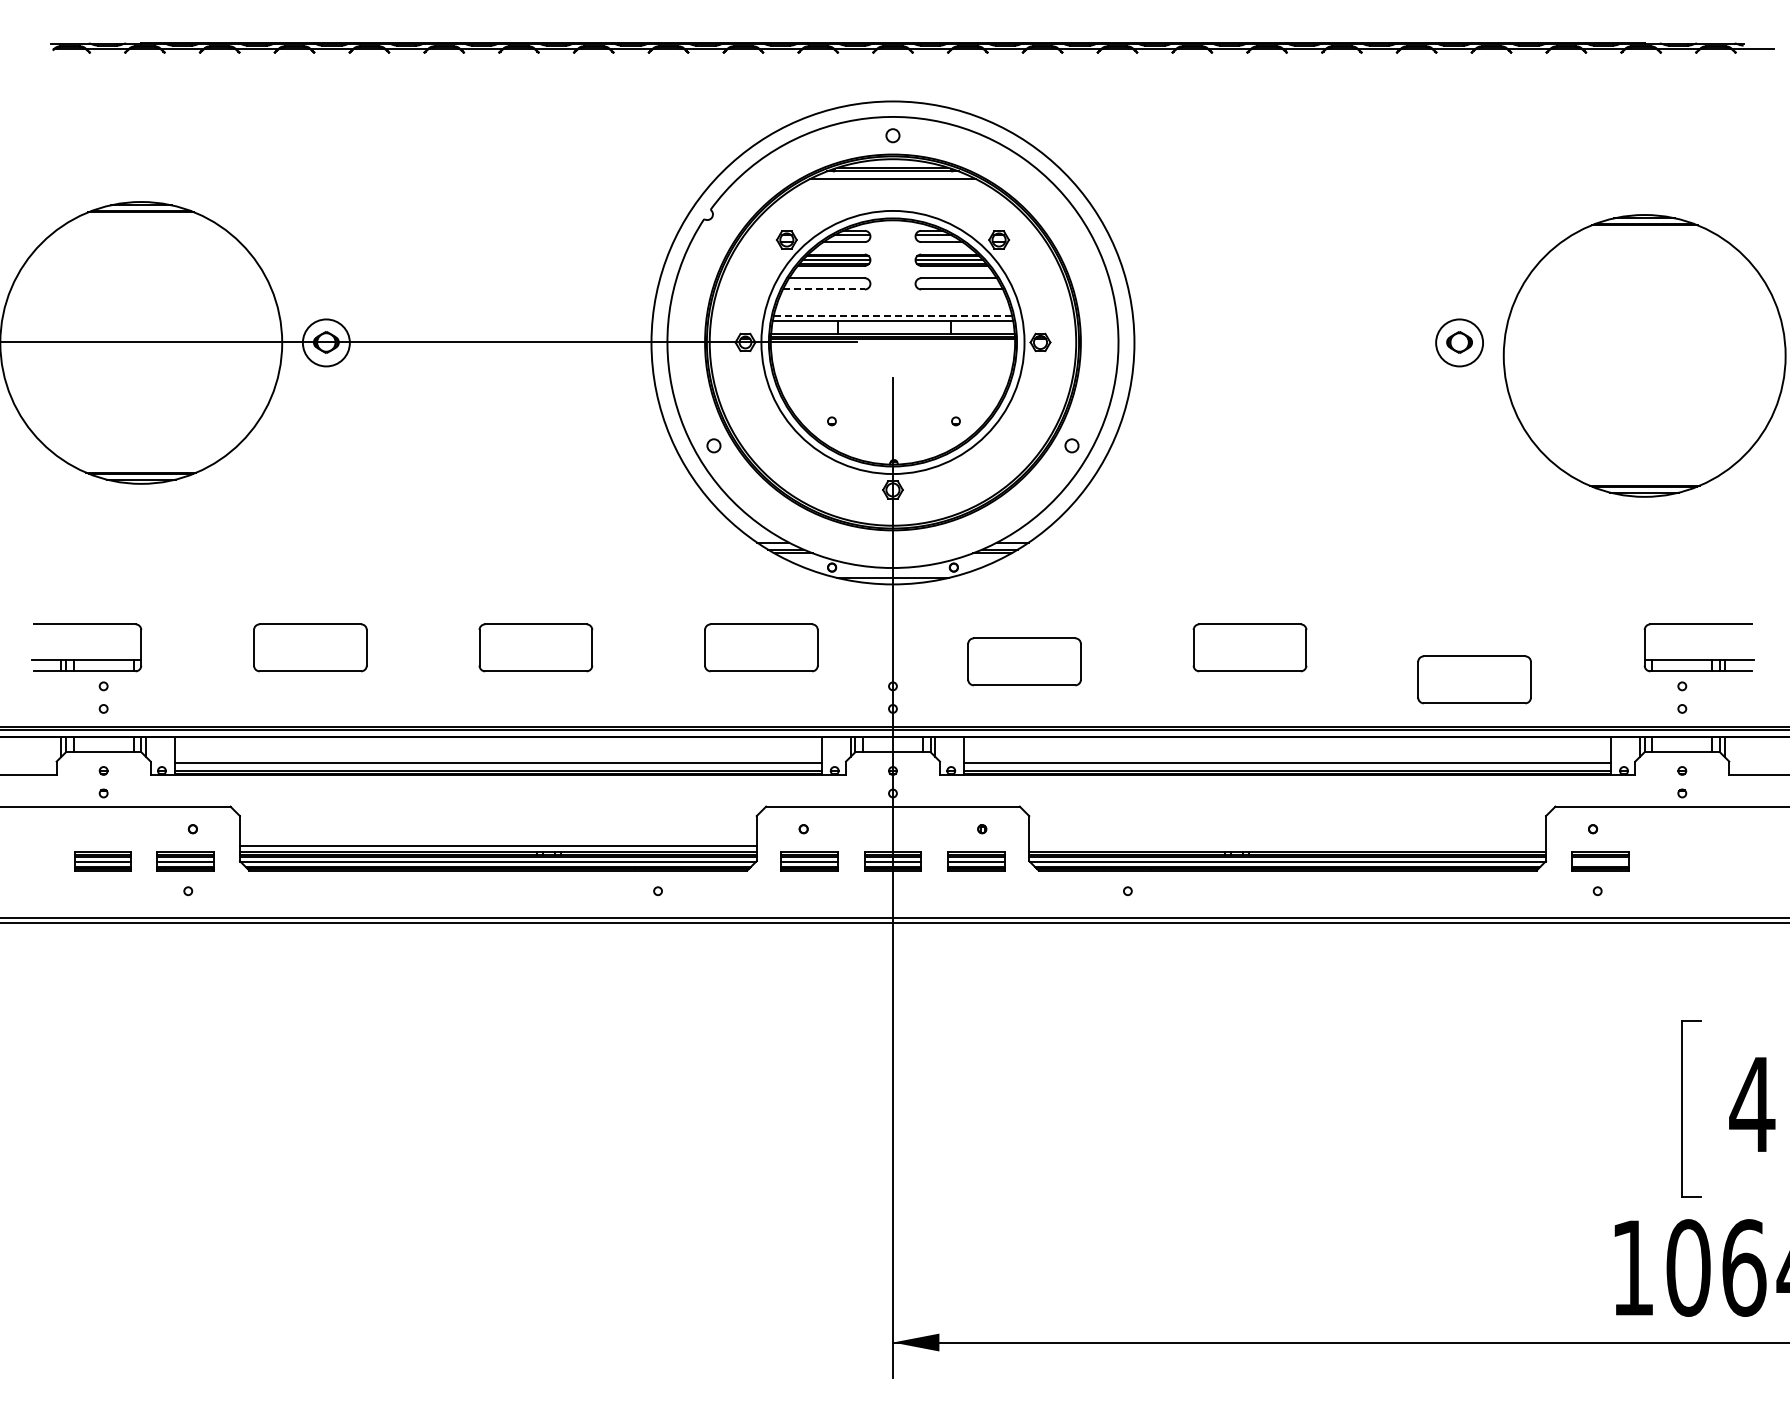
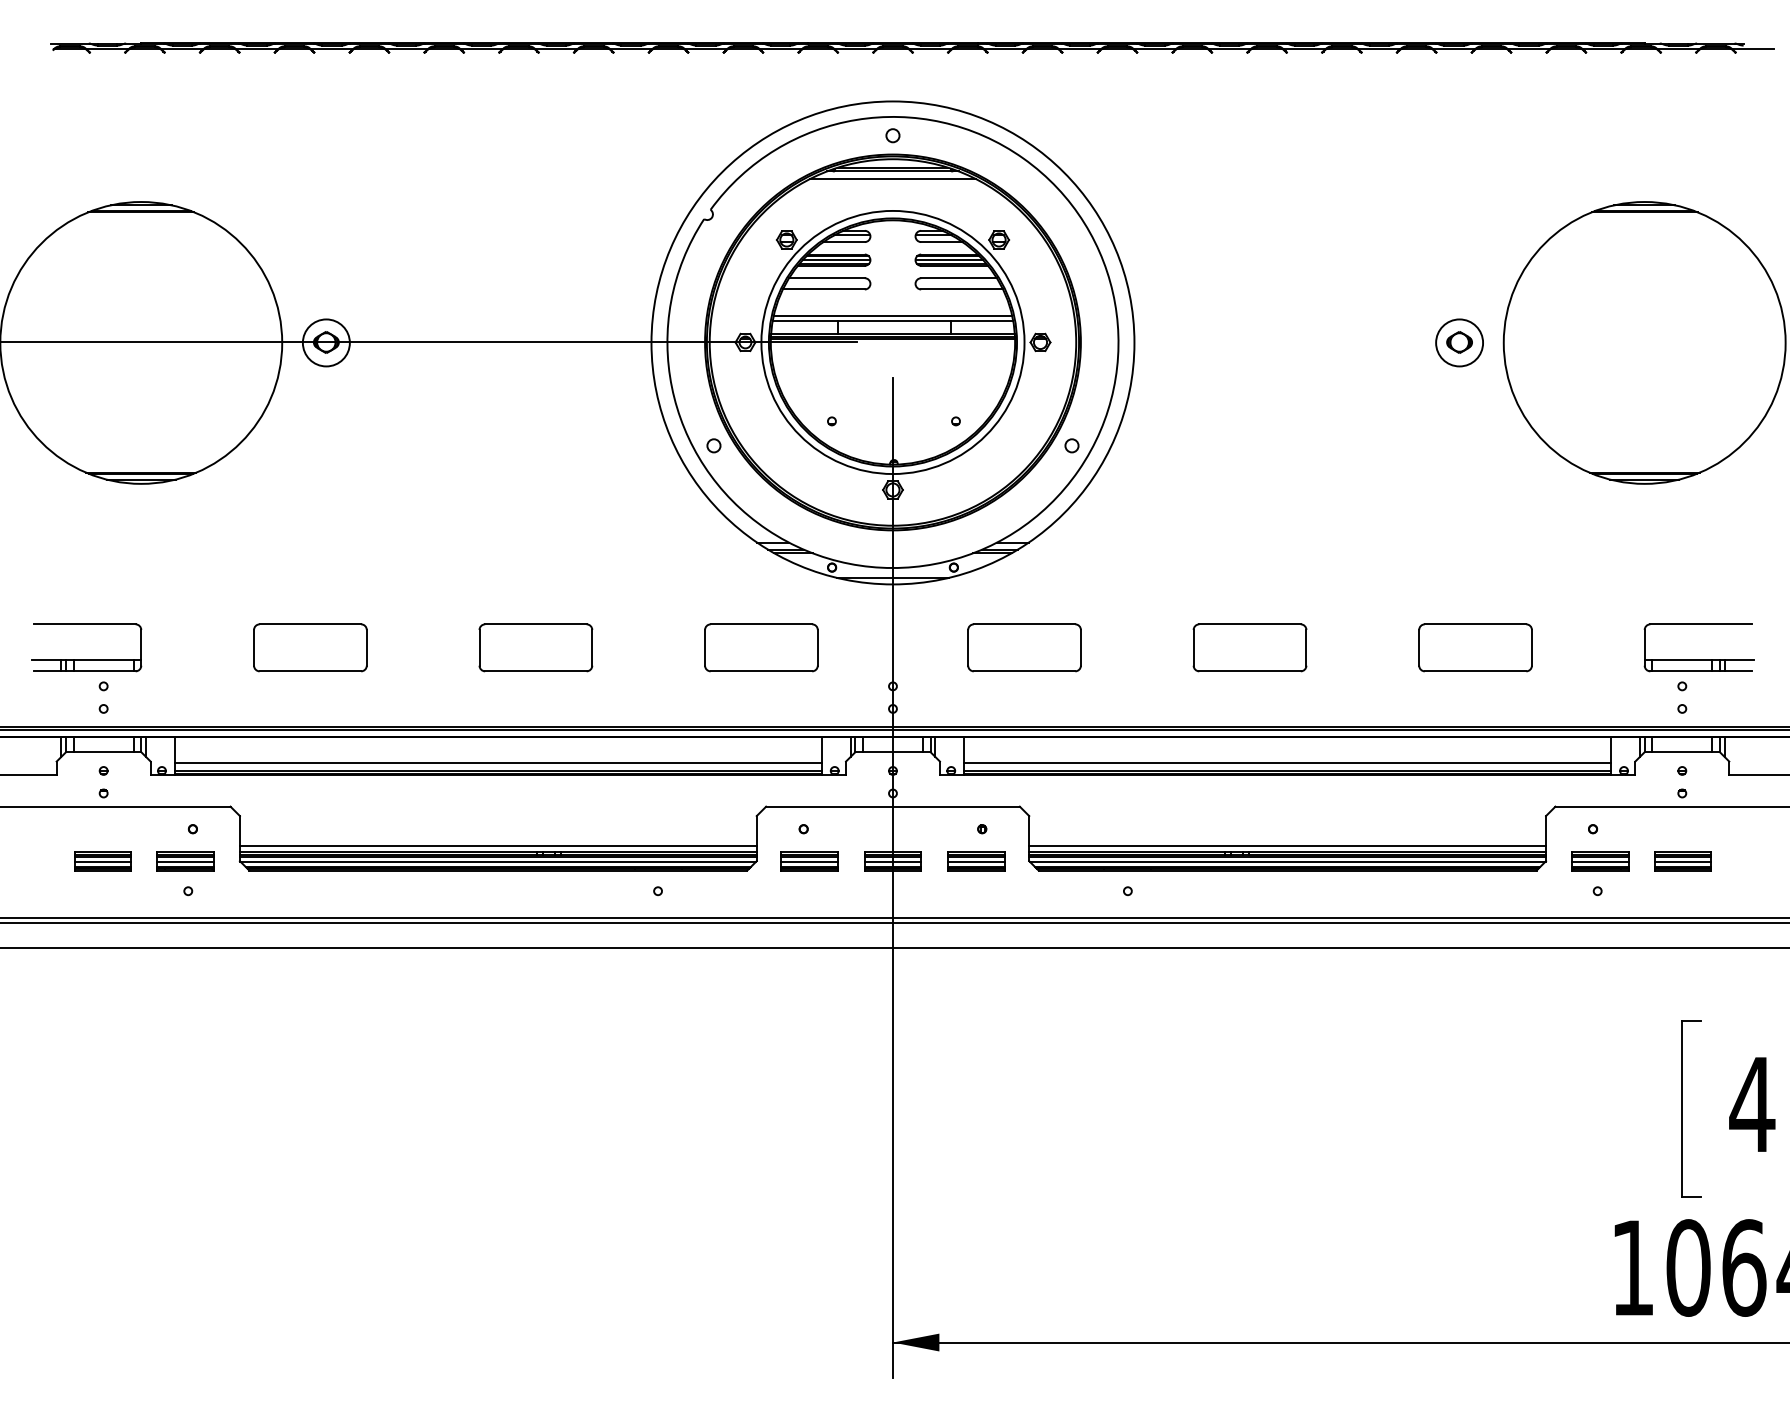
line at (823, 289): dashed -> solid
line at (893, 316): dashed -> solid
part at (1644, 355) position: (1644, 355) -> (1644, 342)
part at (1024, 661) position: (1024, 661) -> (1024, 647)
part at (1474, 679) position: (1474, 679) -> (1475, 647)
line at (1287, 846): none -> present
line at (1600, 861): none -> present
part at (1682, 861): none -> present
line at (894, 947): none -> present
